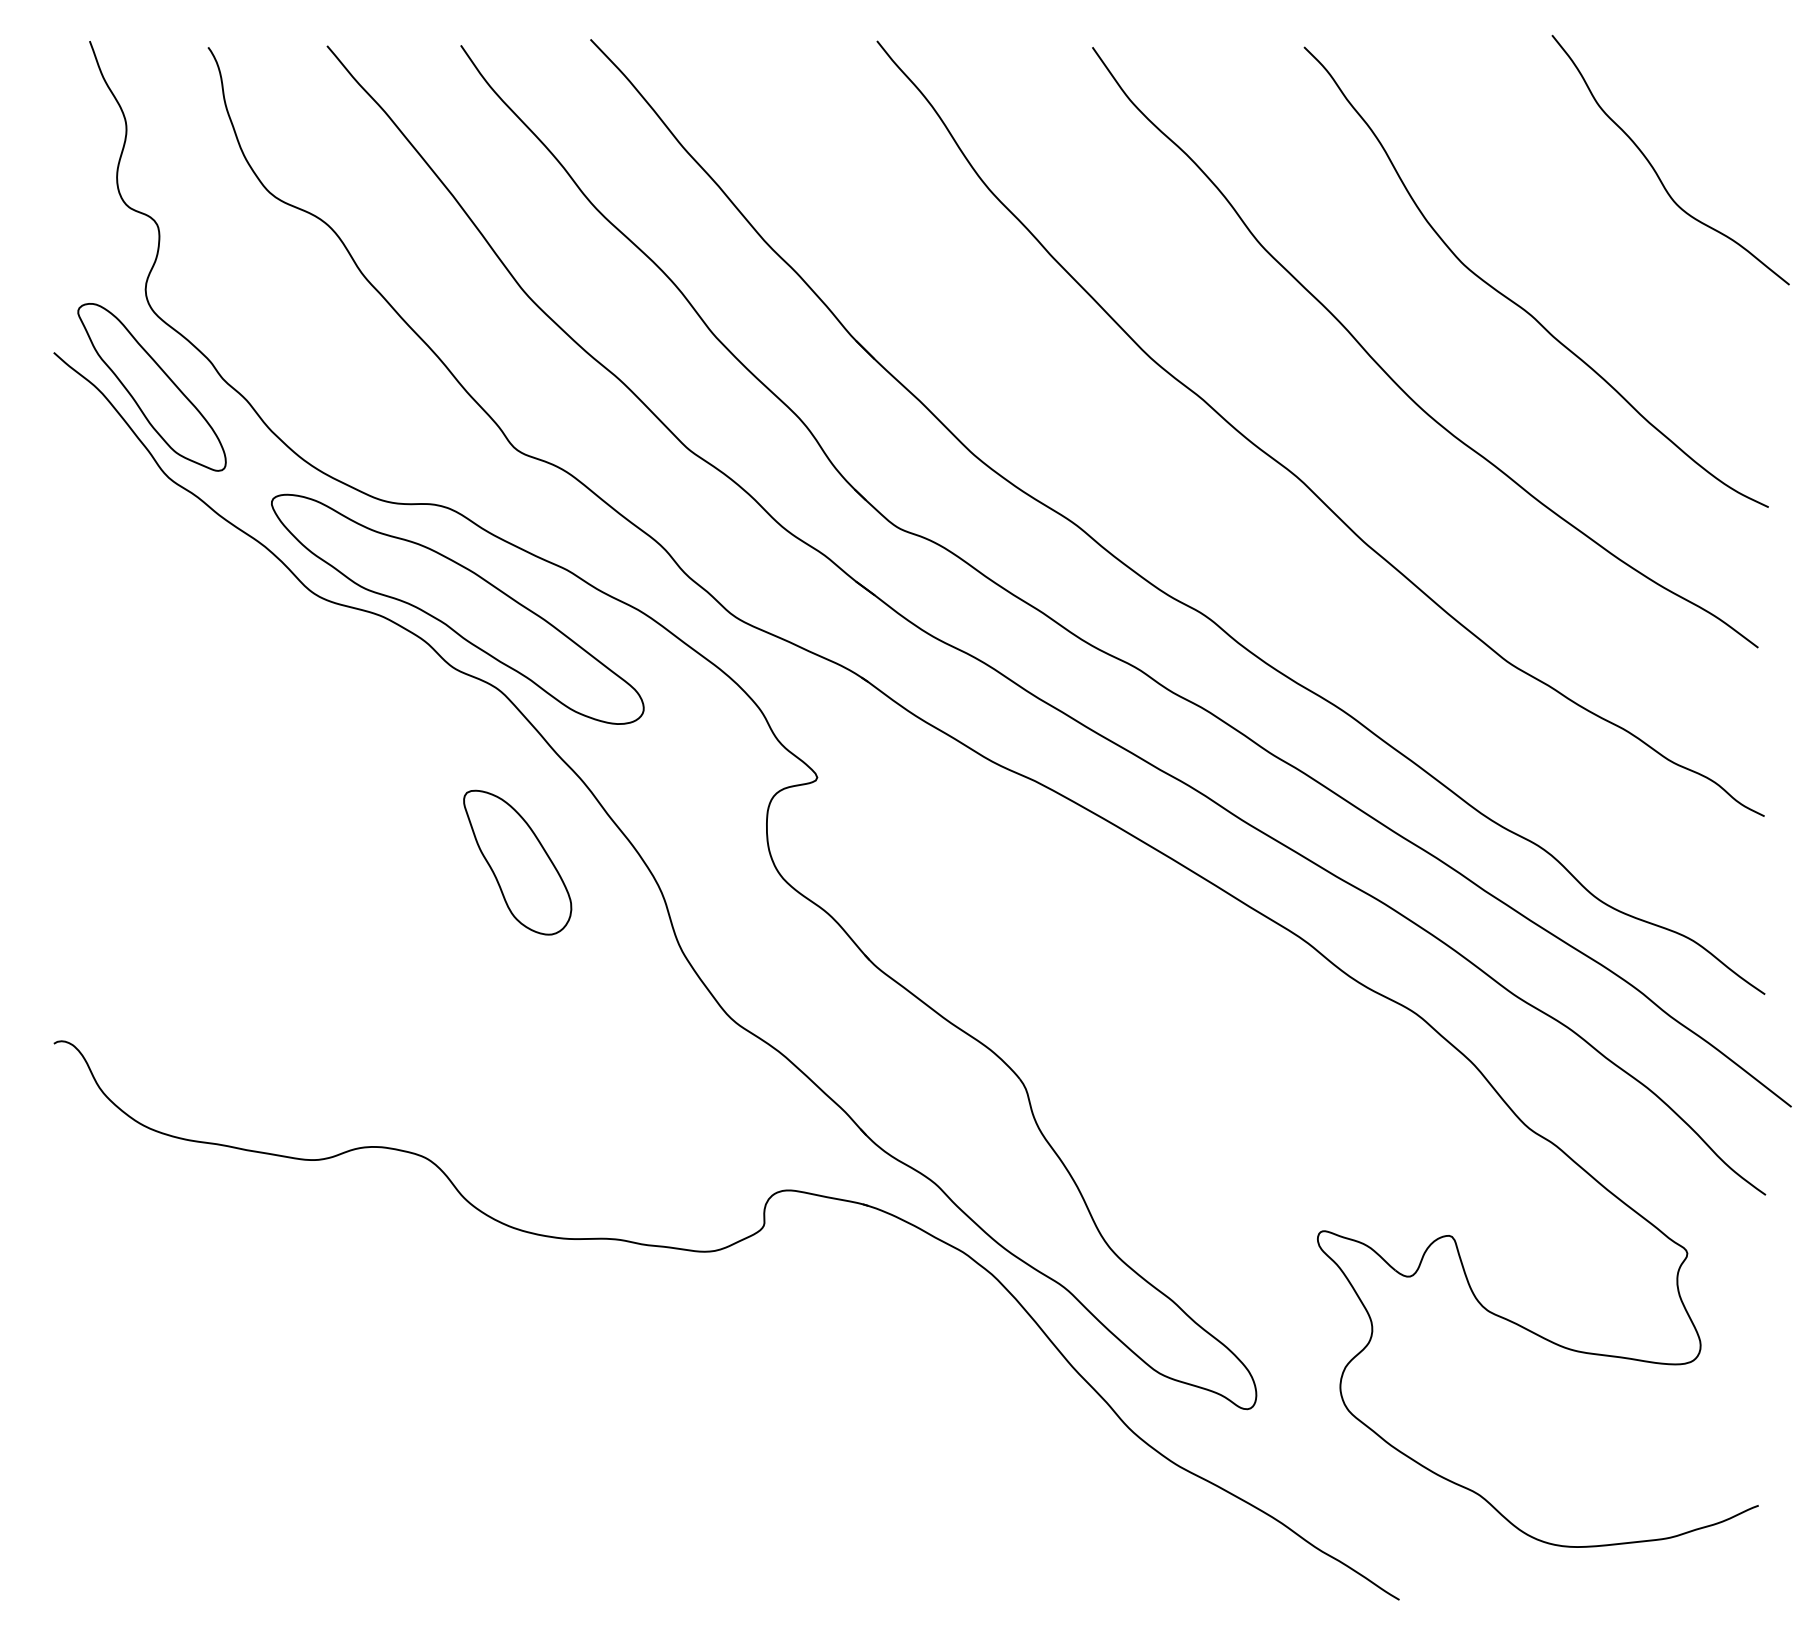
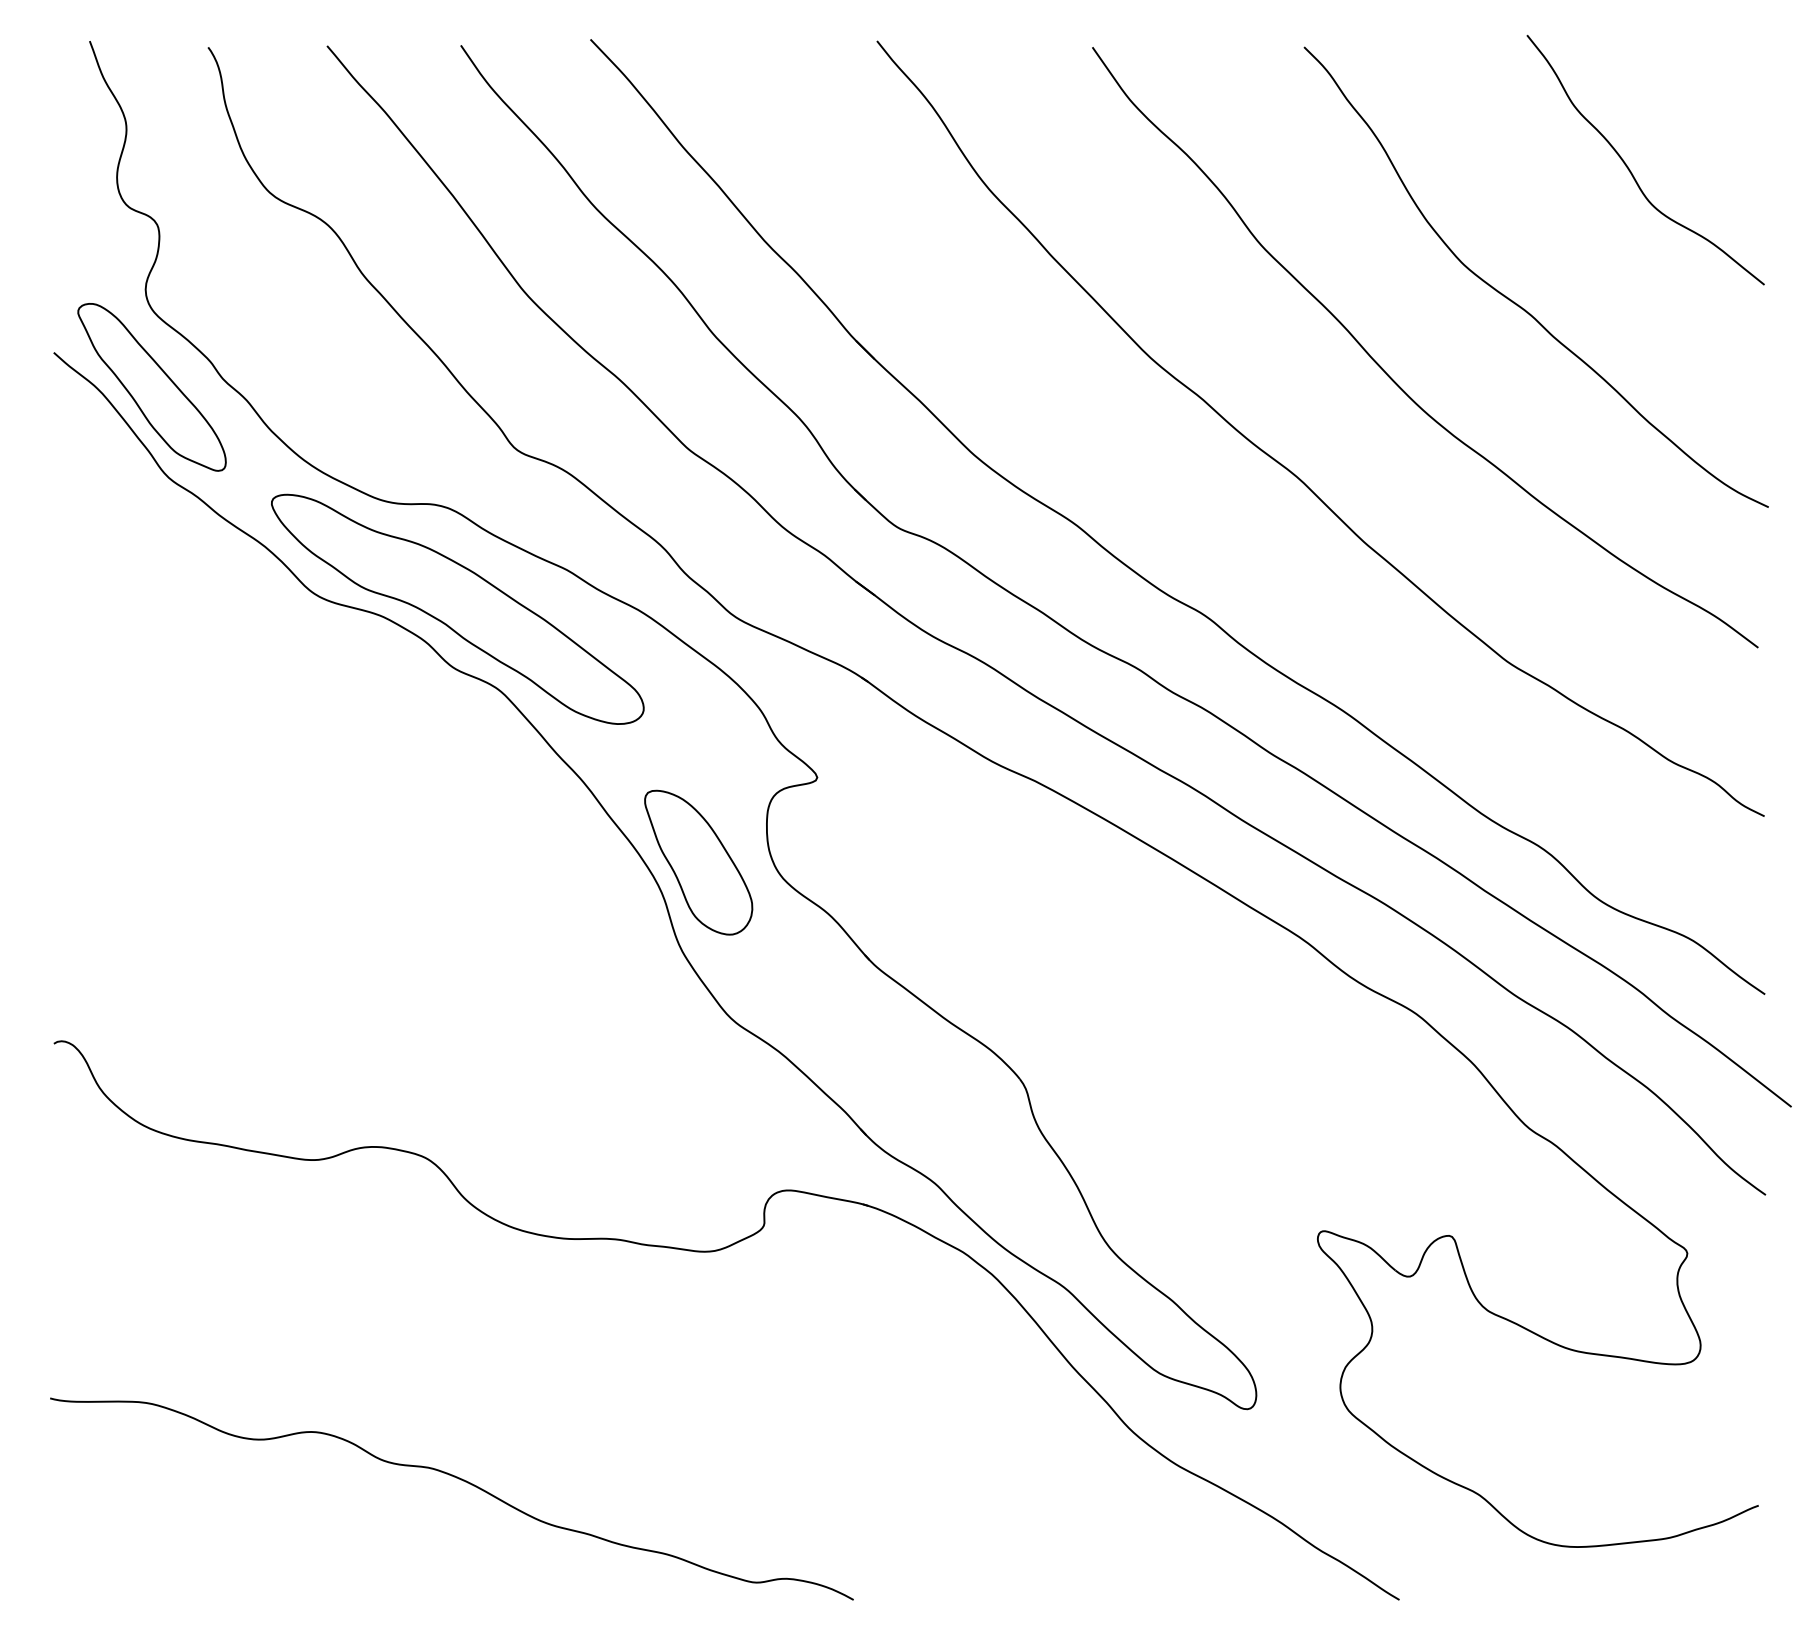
curve at (1654, 168) position: (1654, 168) -> (1629, 168)
part at (517, 862) position: (517, 862) -> (698, 862)
curve at (458, 1479): none -> present
